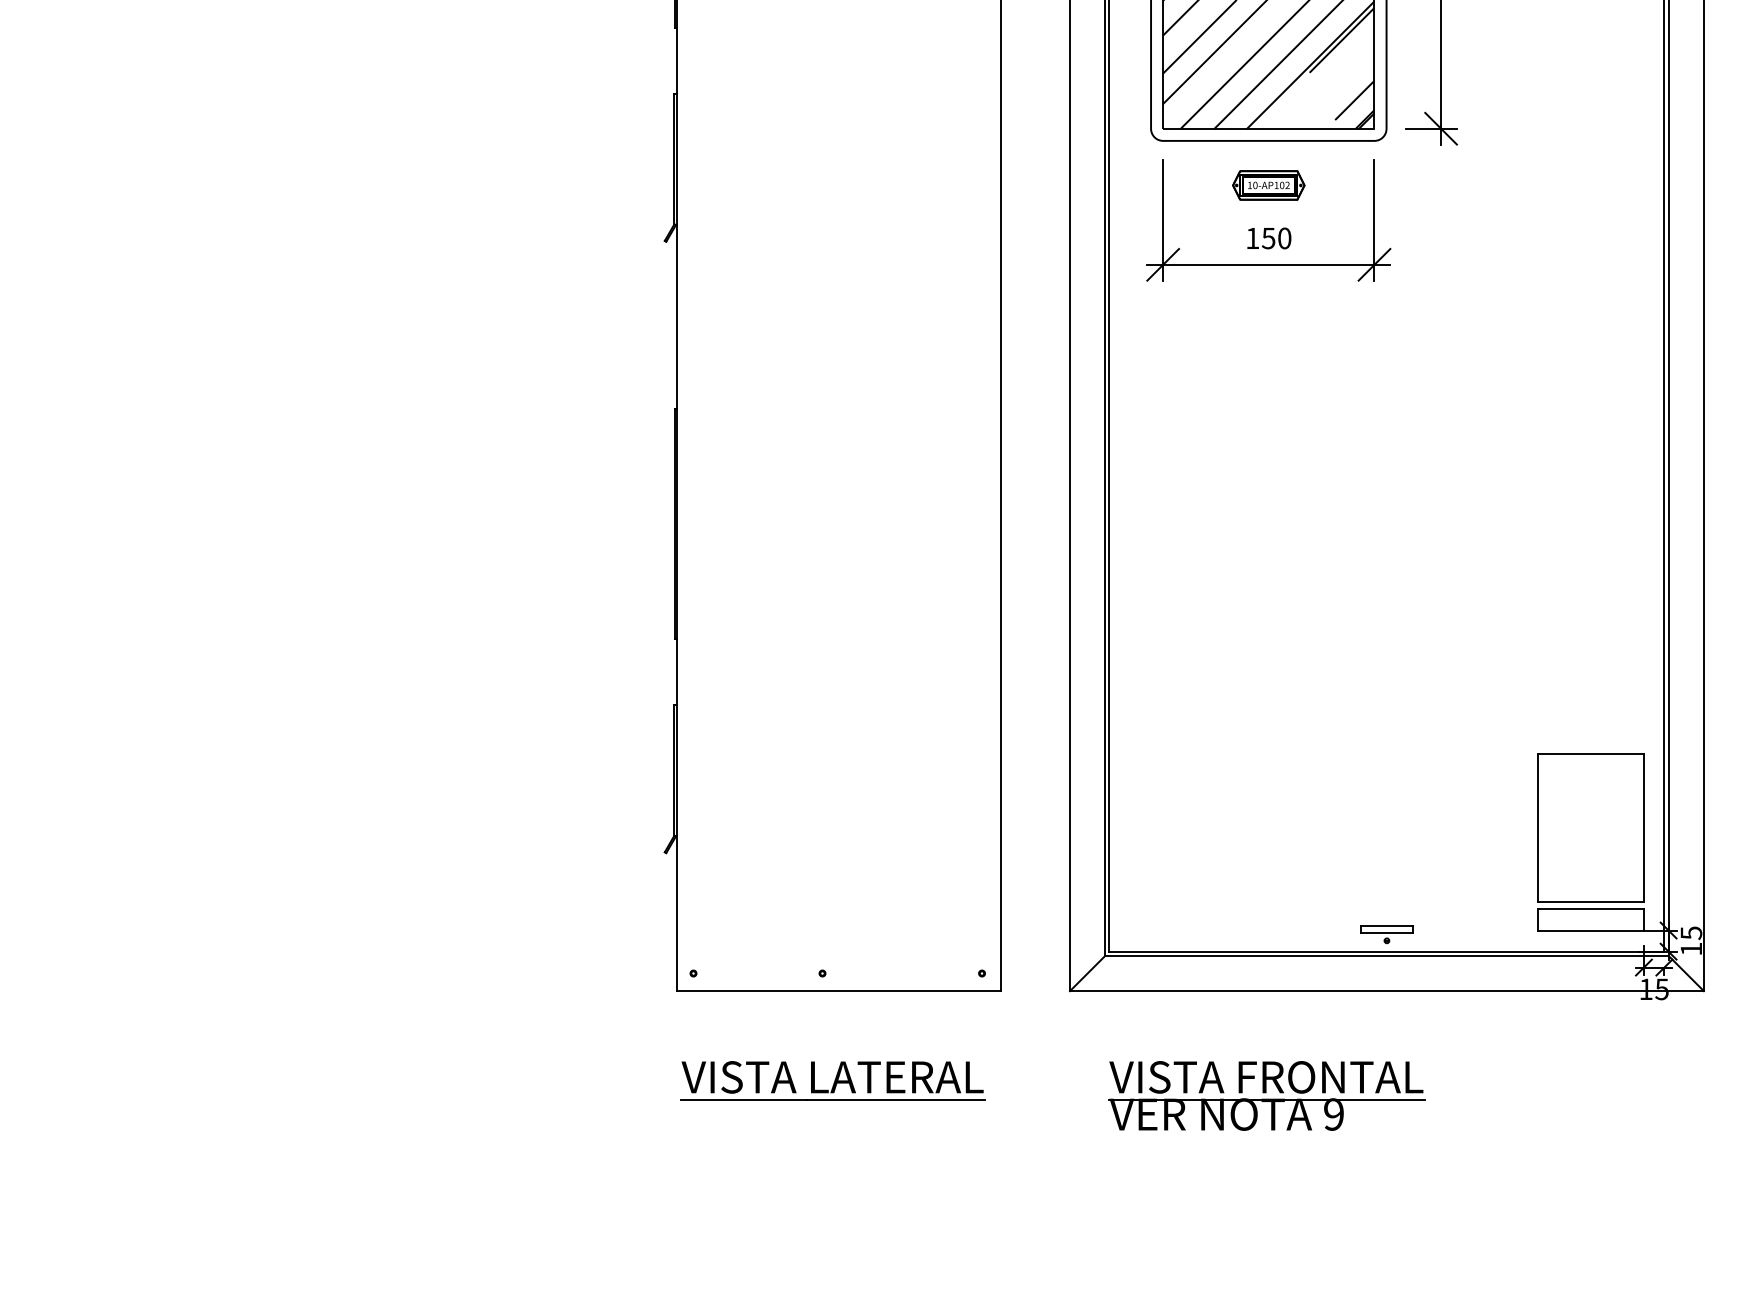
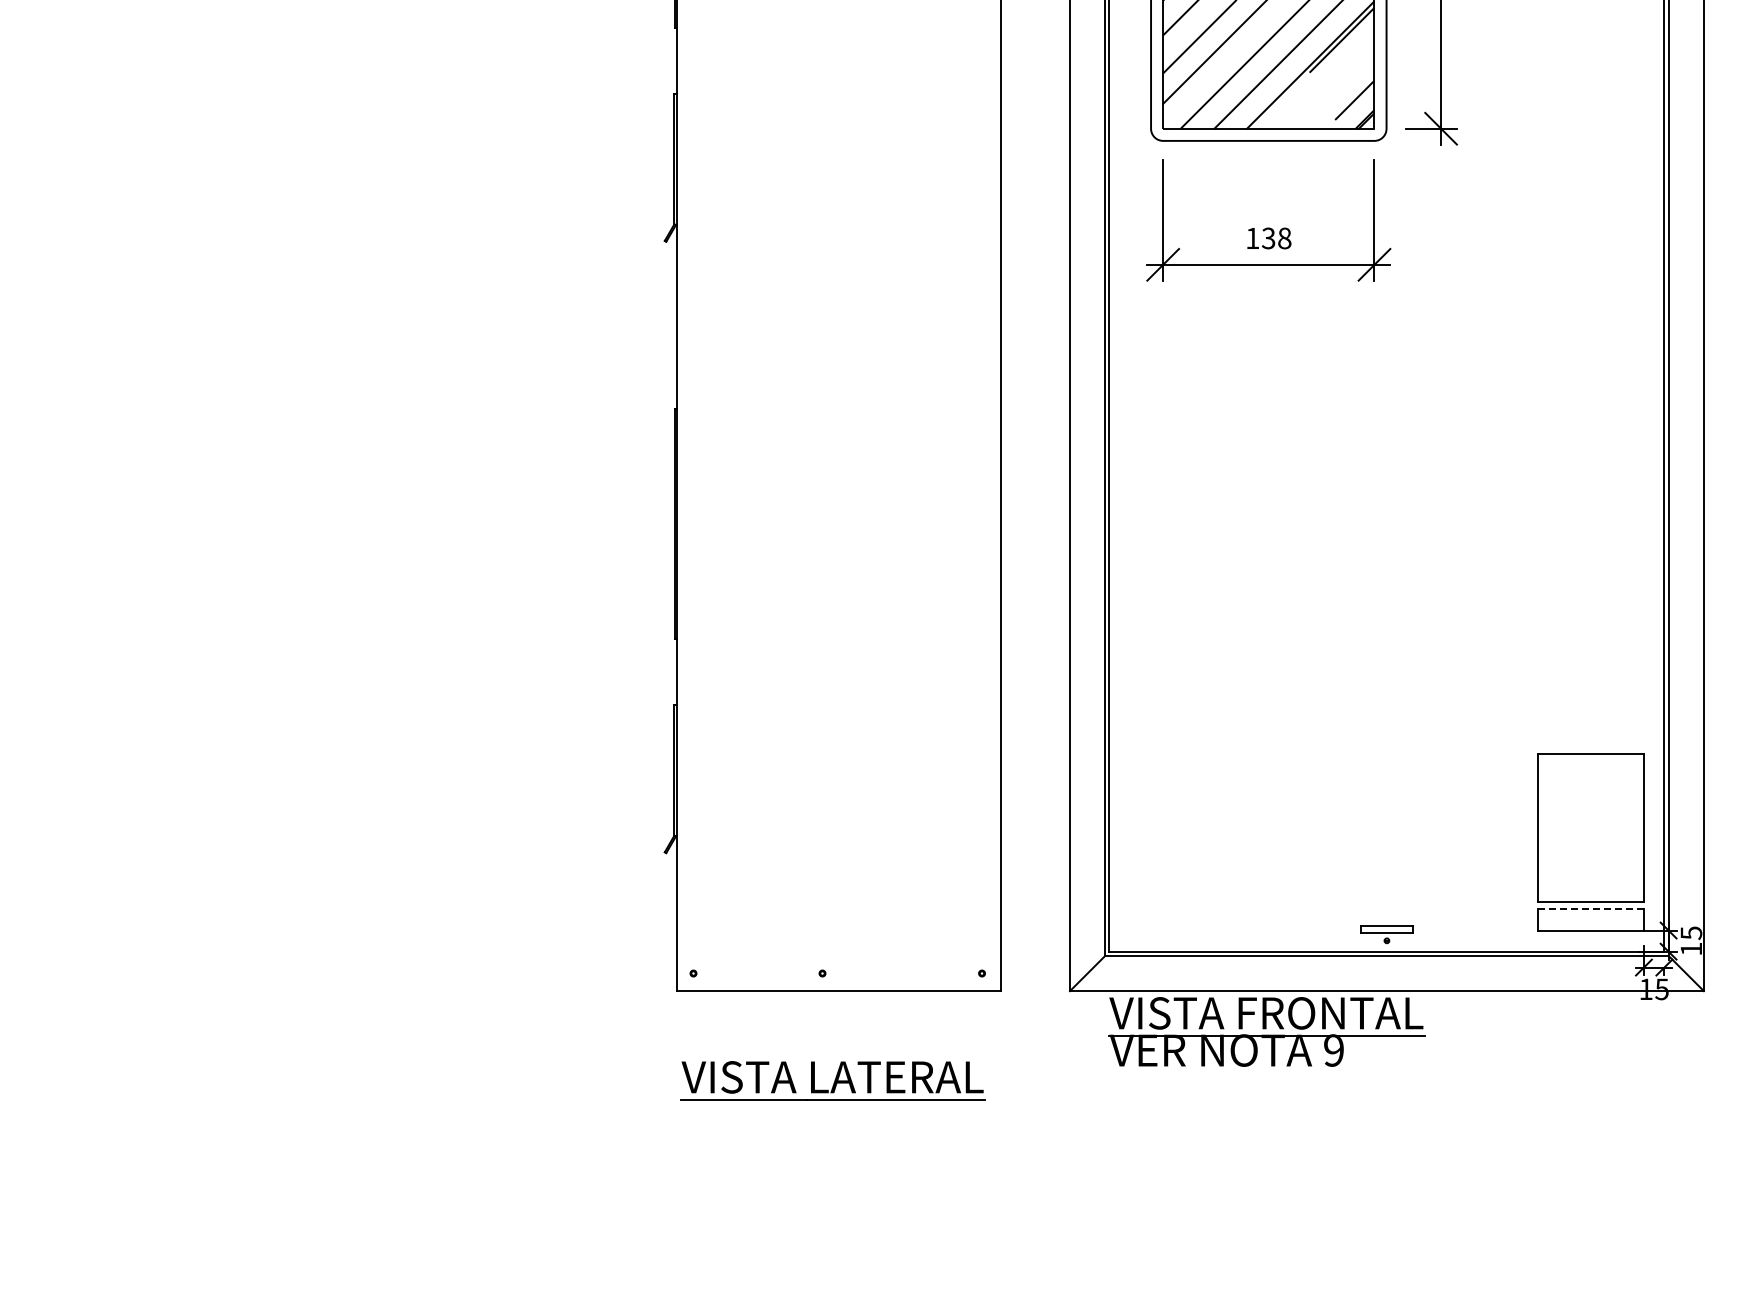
part at (1268, 185): present -> none
text at (1276, 237): 150 -> 138
line at (1591, 909): solid -> dashed
part at (1266, 1095) position: (1266, 1095) -> (1266, 1031)
